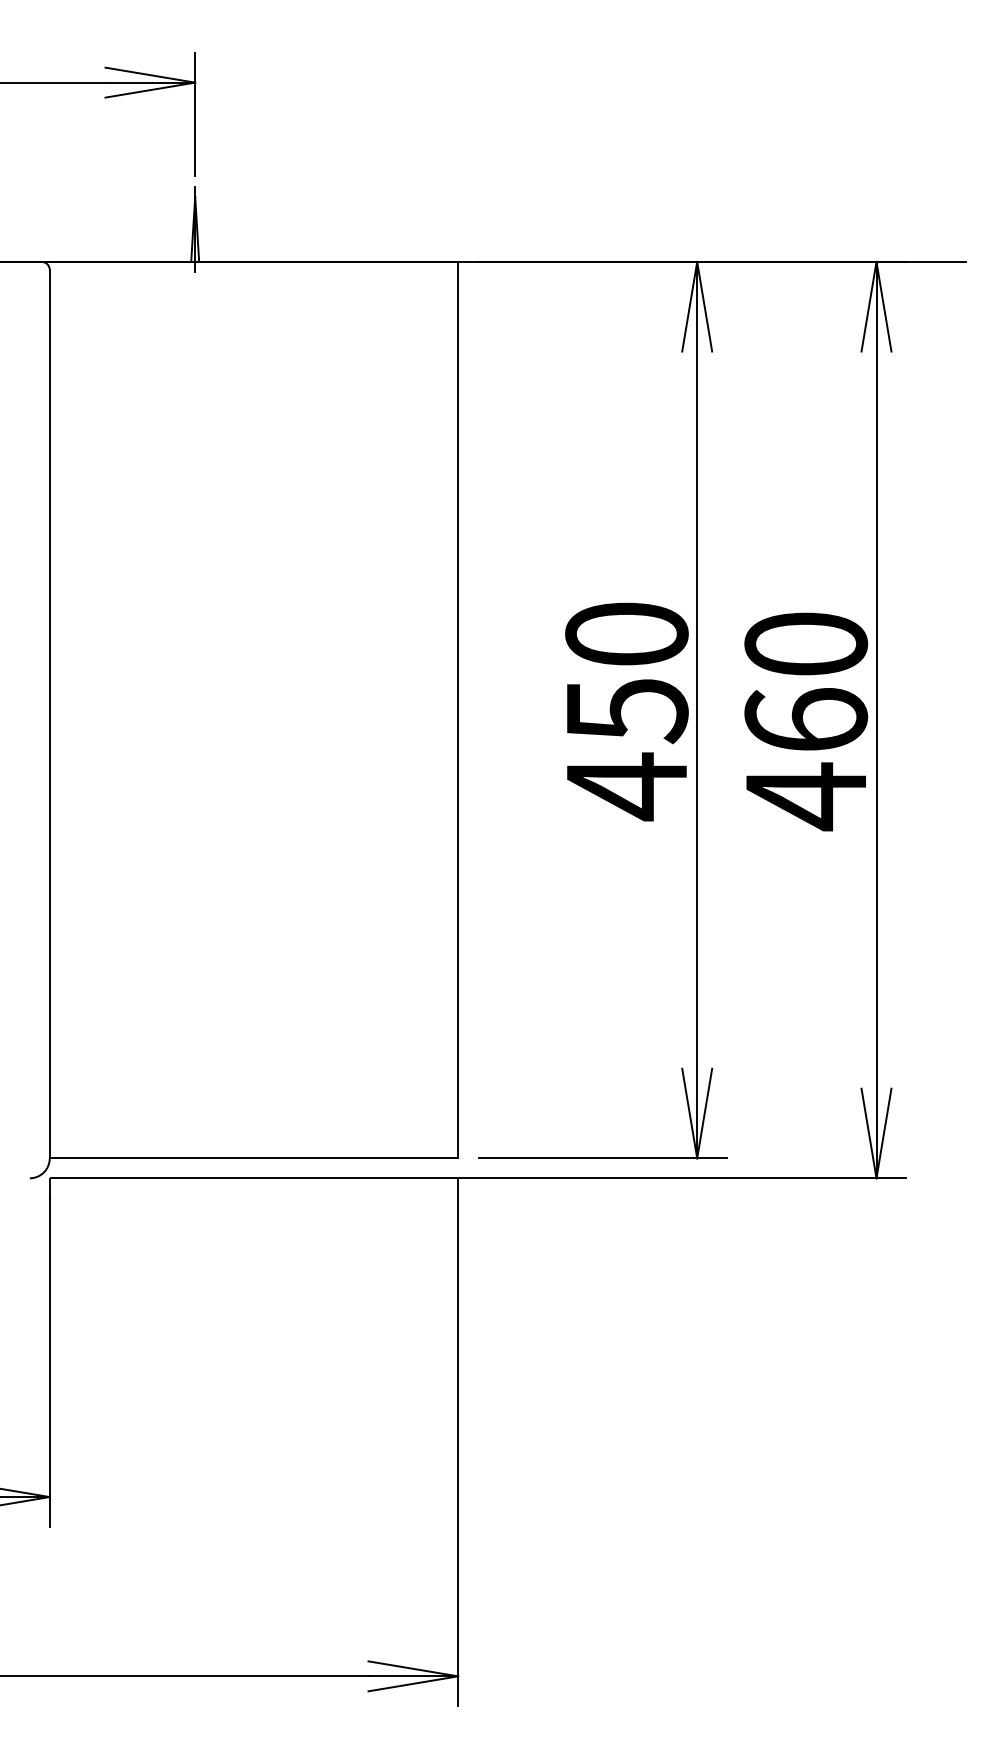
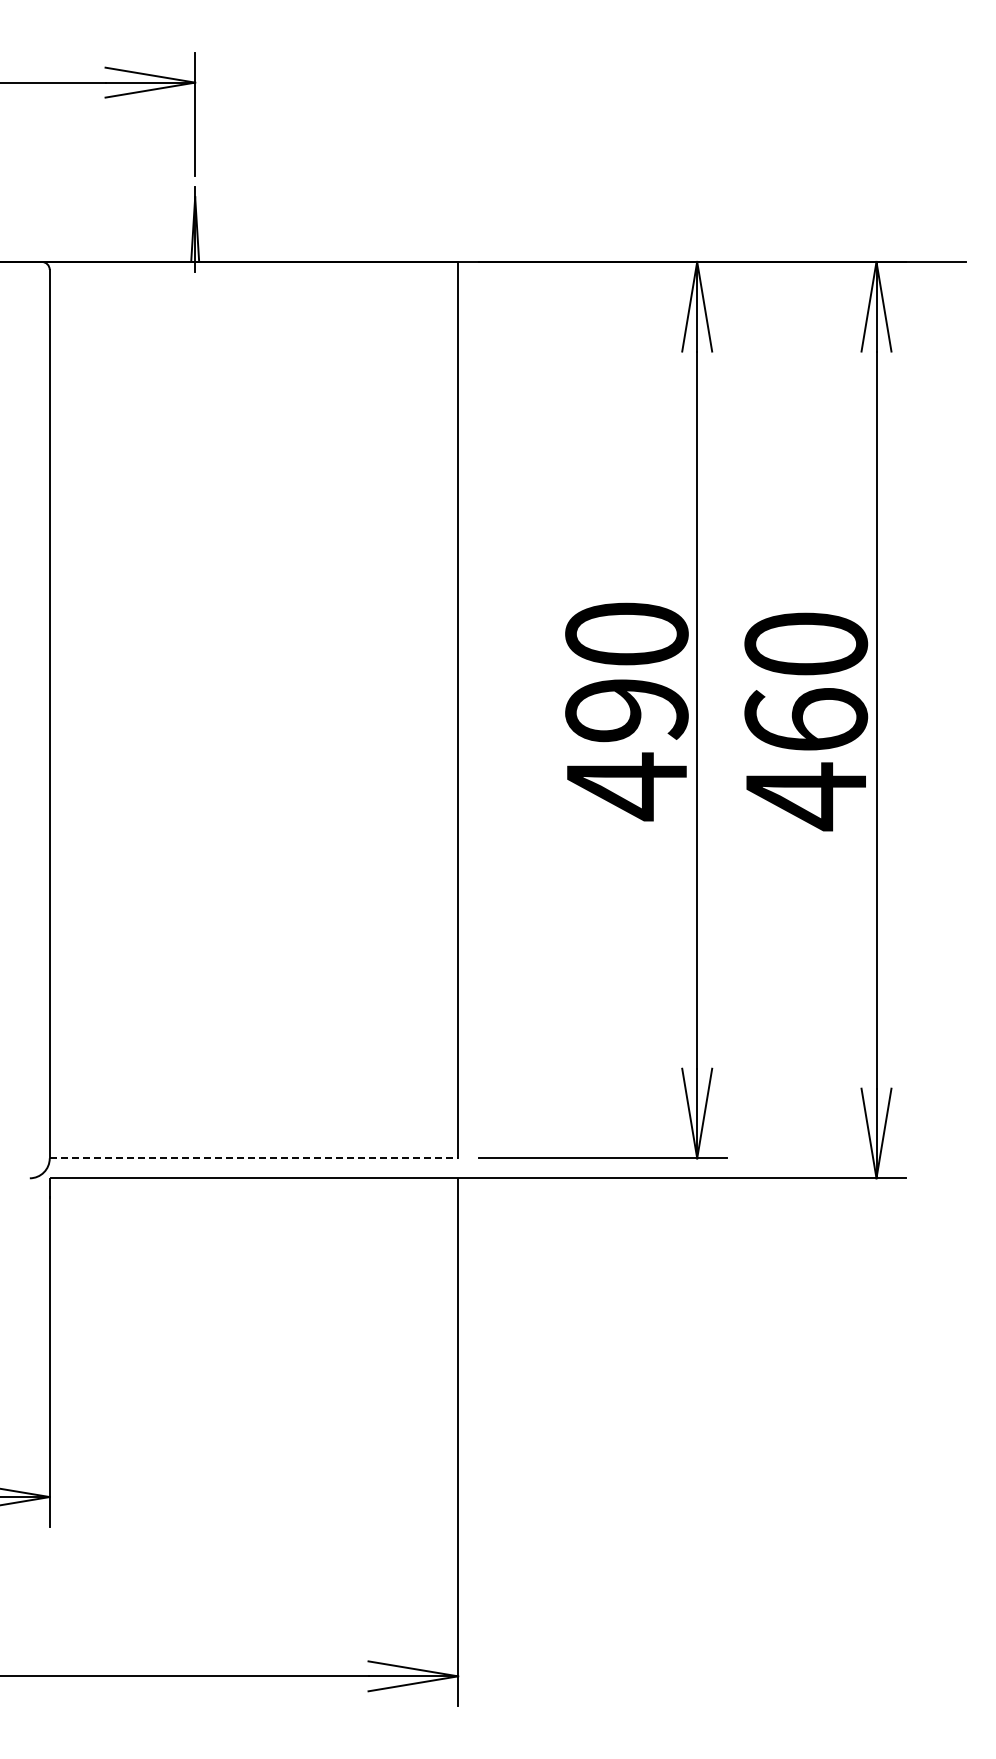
text at (626, 711): 450 -> 490
line at (254, 1158): solid -> dashed
